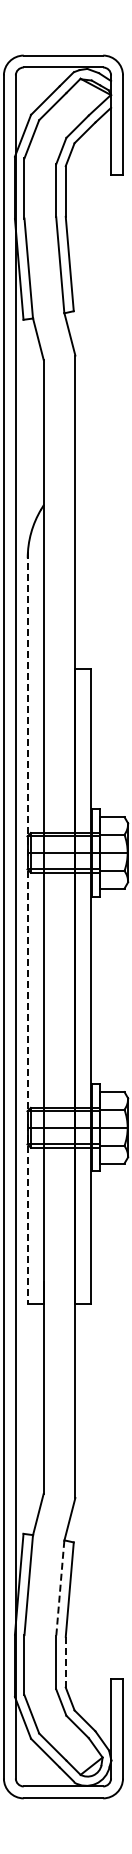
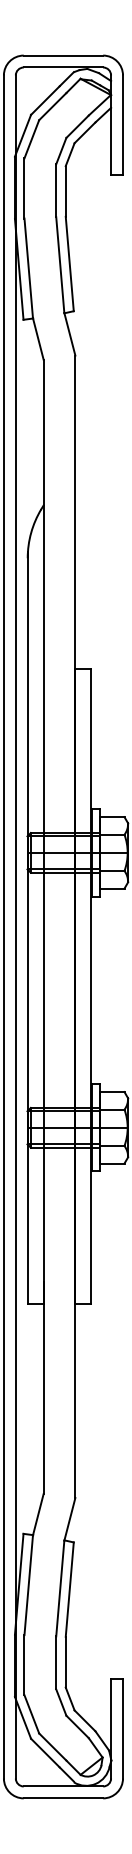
line at (27, 928): dashed -> solid
line at (60, 1588): dashed -> solid
line at (65, 1662): dashed -> solid
